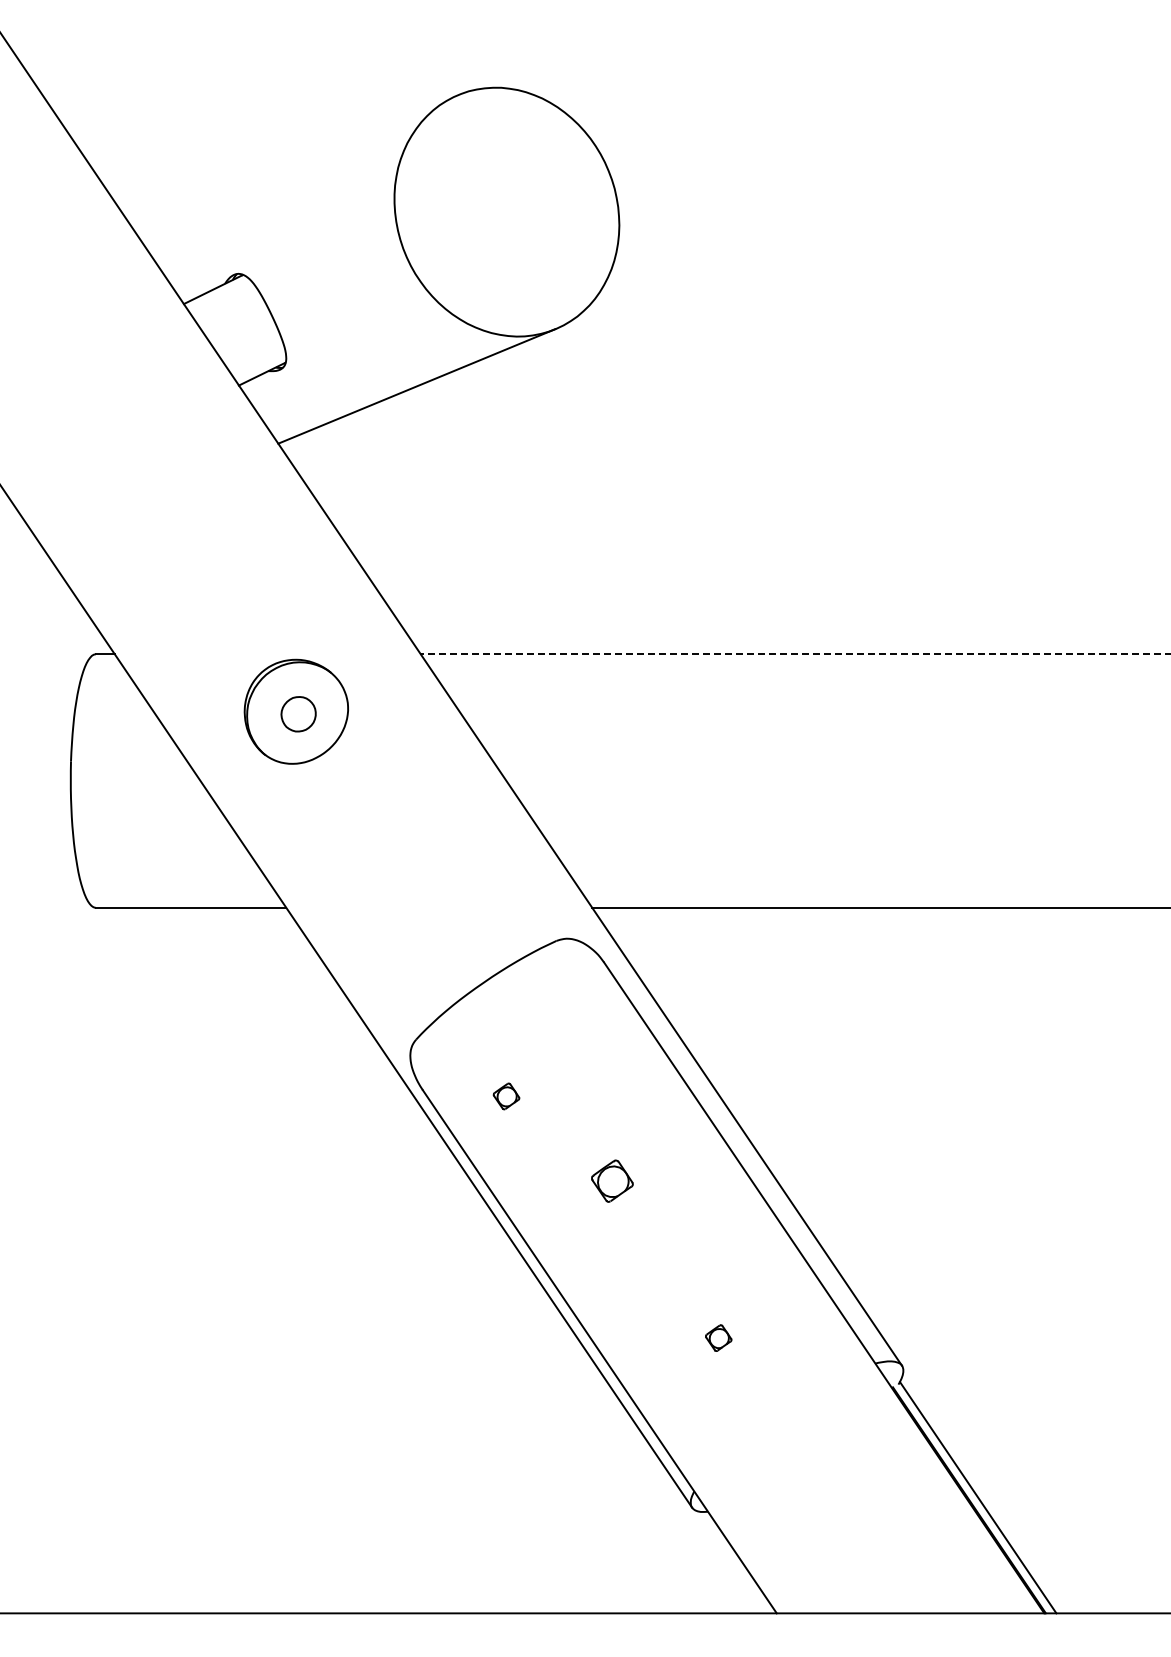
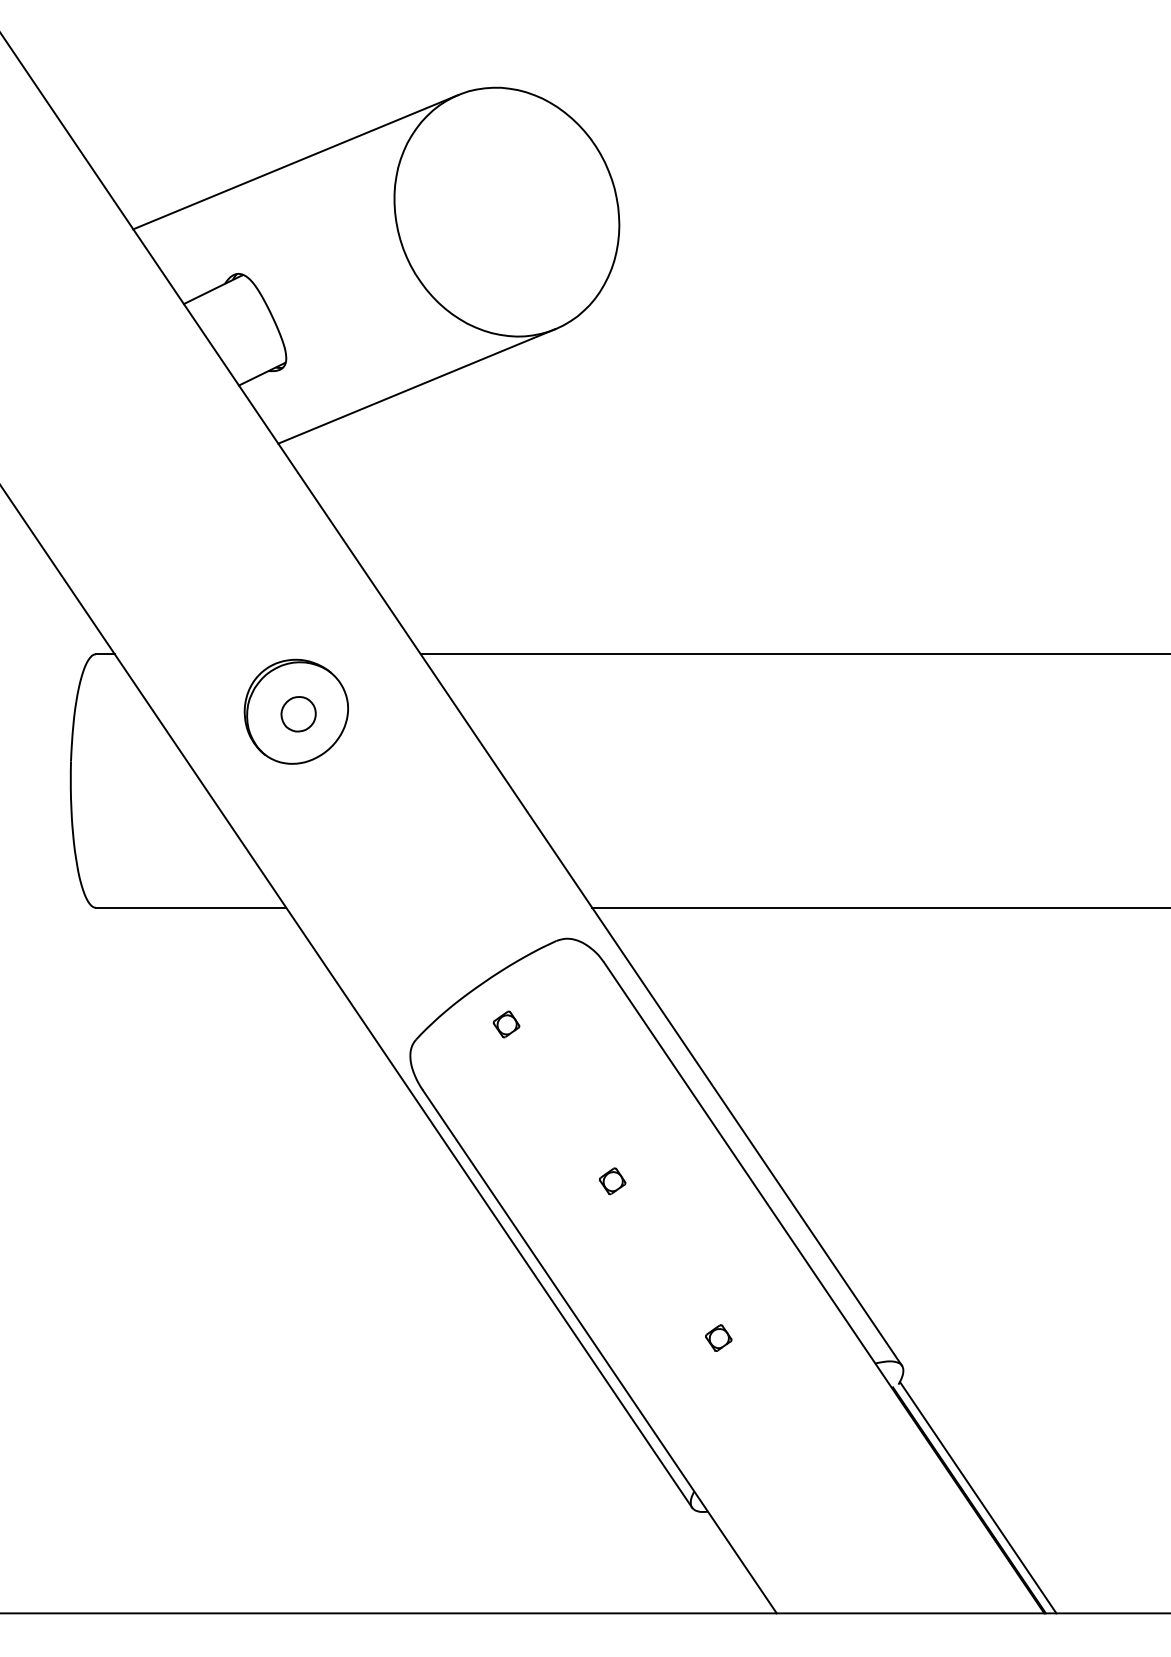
line at (295, 162): none -> present
line at (795, 654): dashed -> solid
part at (506, 1096) position: (506, 1096) -> (506, 1024)
part at (612, 1180) size: 43x44 px -> 28x29 px
